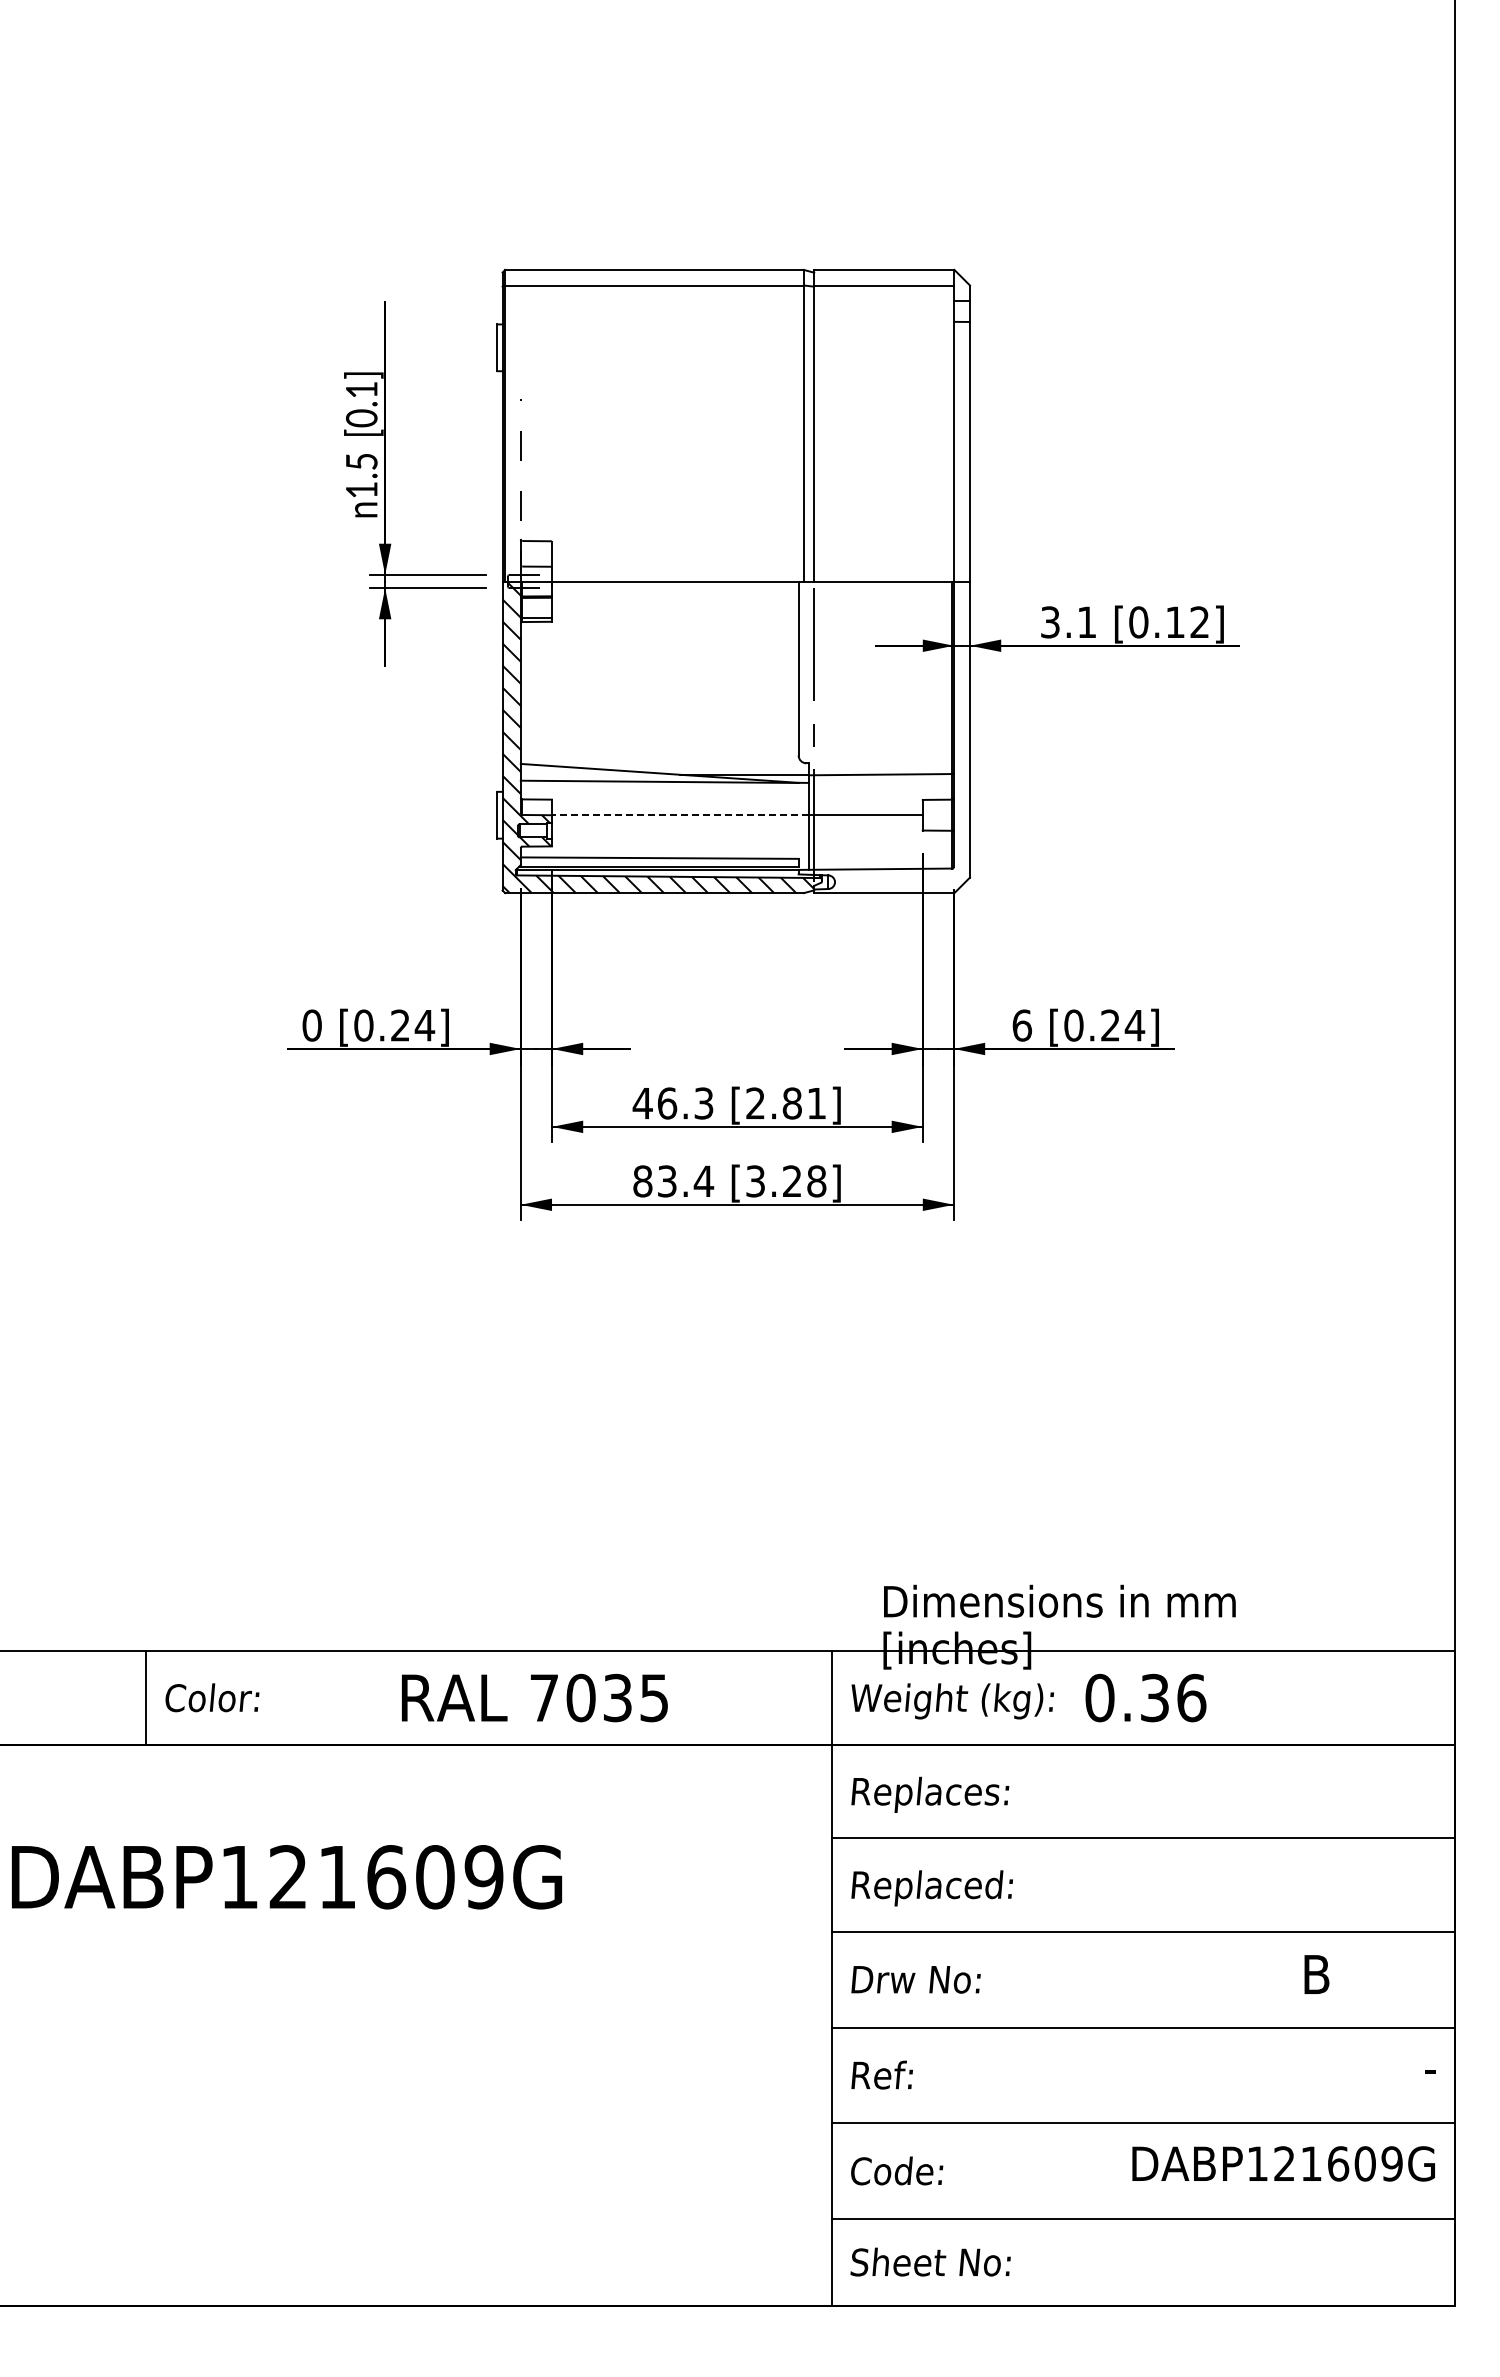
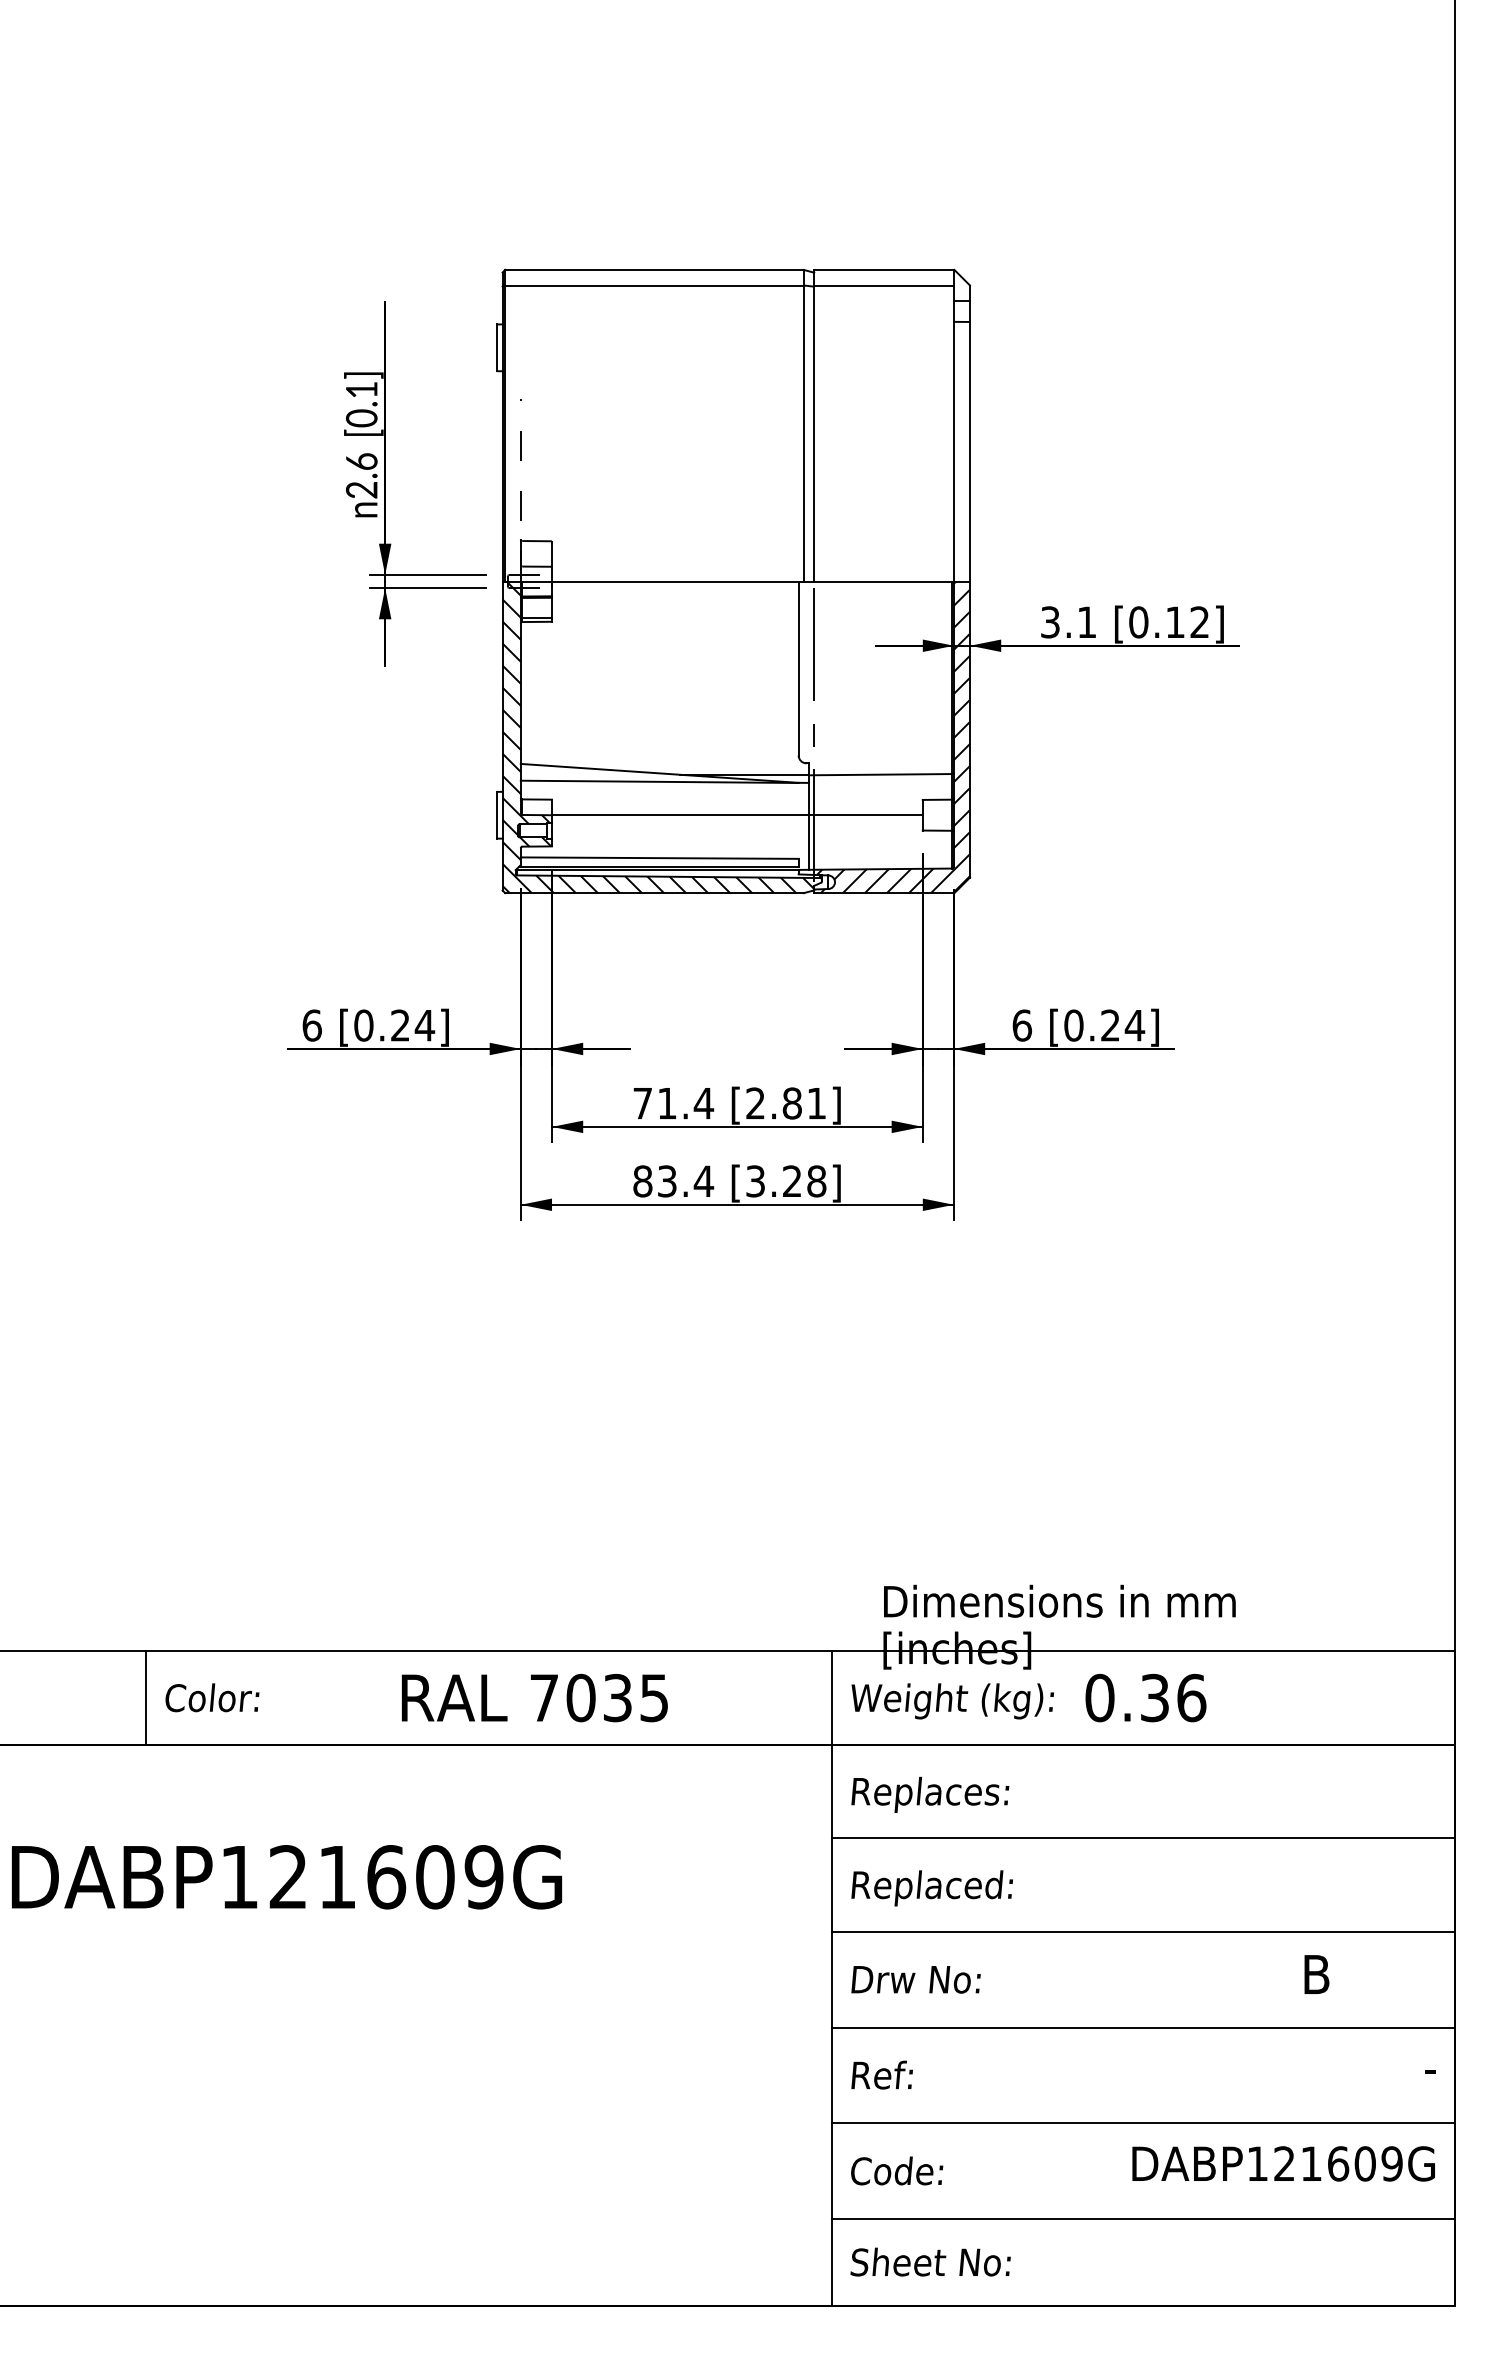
text at (361, 475): 1.5 -> 2.6
hatch at (884, 737): none -> present
line at (680, 814): dashed -> solid
text at (311, 1025): 0 -> 6
text at (673, 1103): 46.3 -> 71.4
